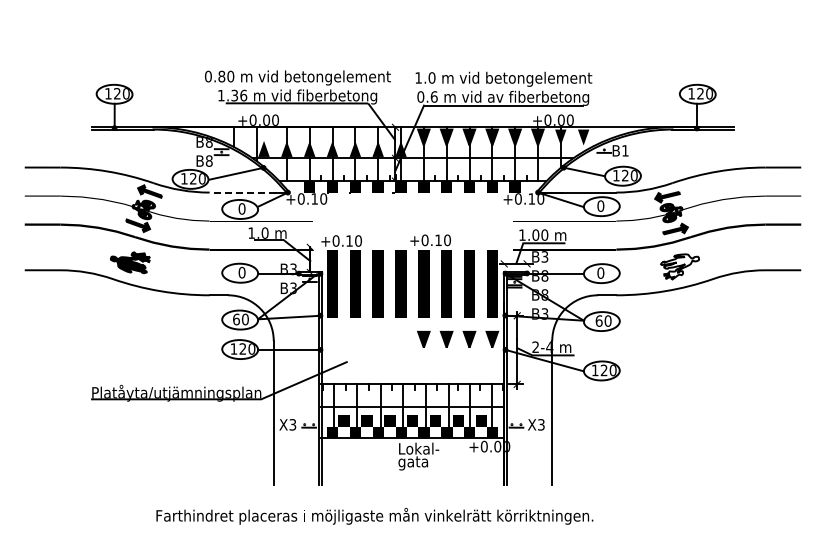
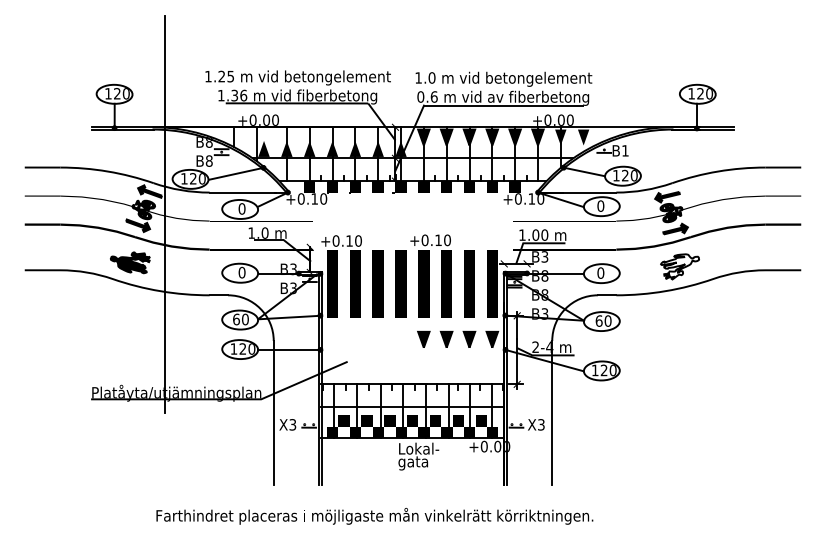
text at (219, 76): 0.80 -> 1.25
line at (242, 192): dashed -> solid
line at (164, 214): none -> present
